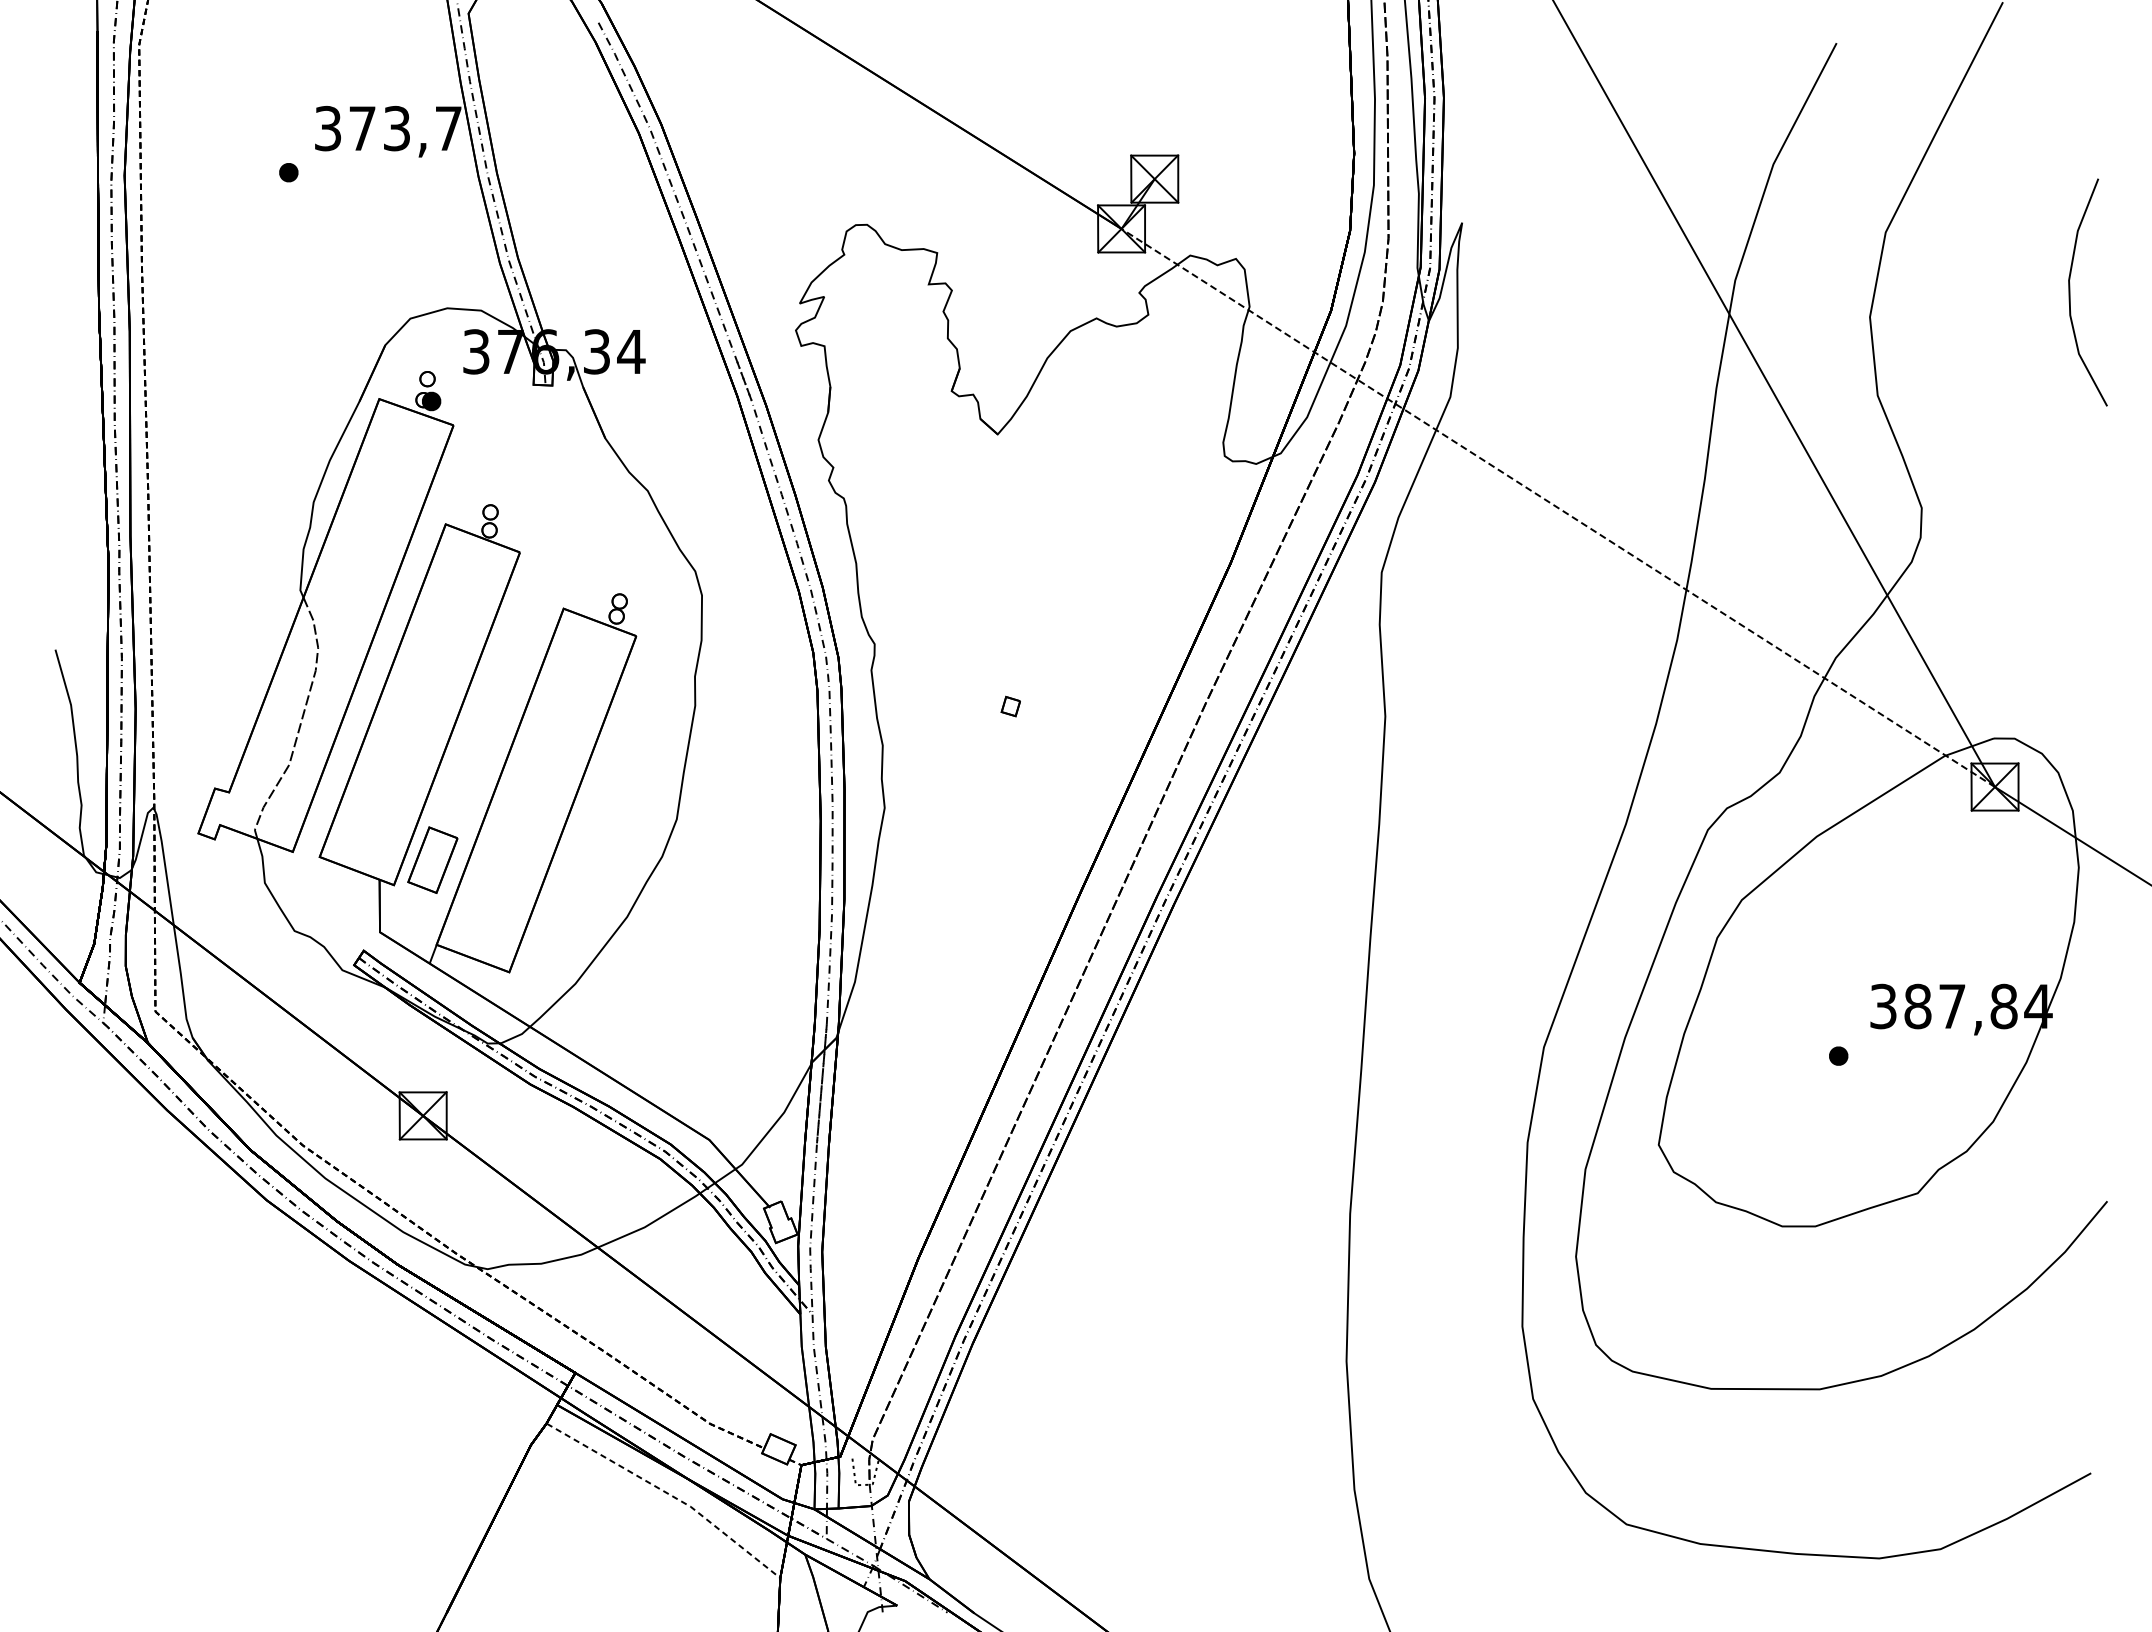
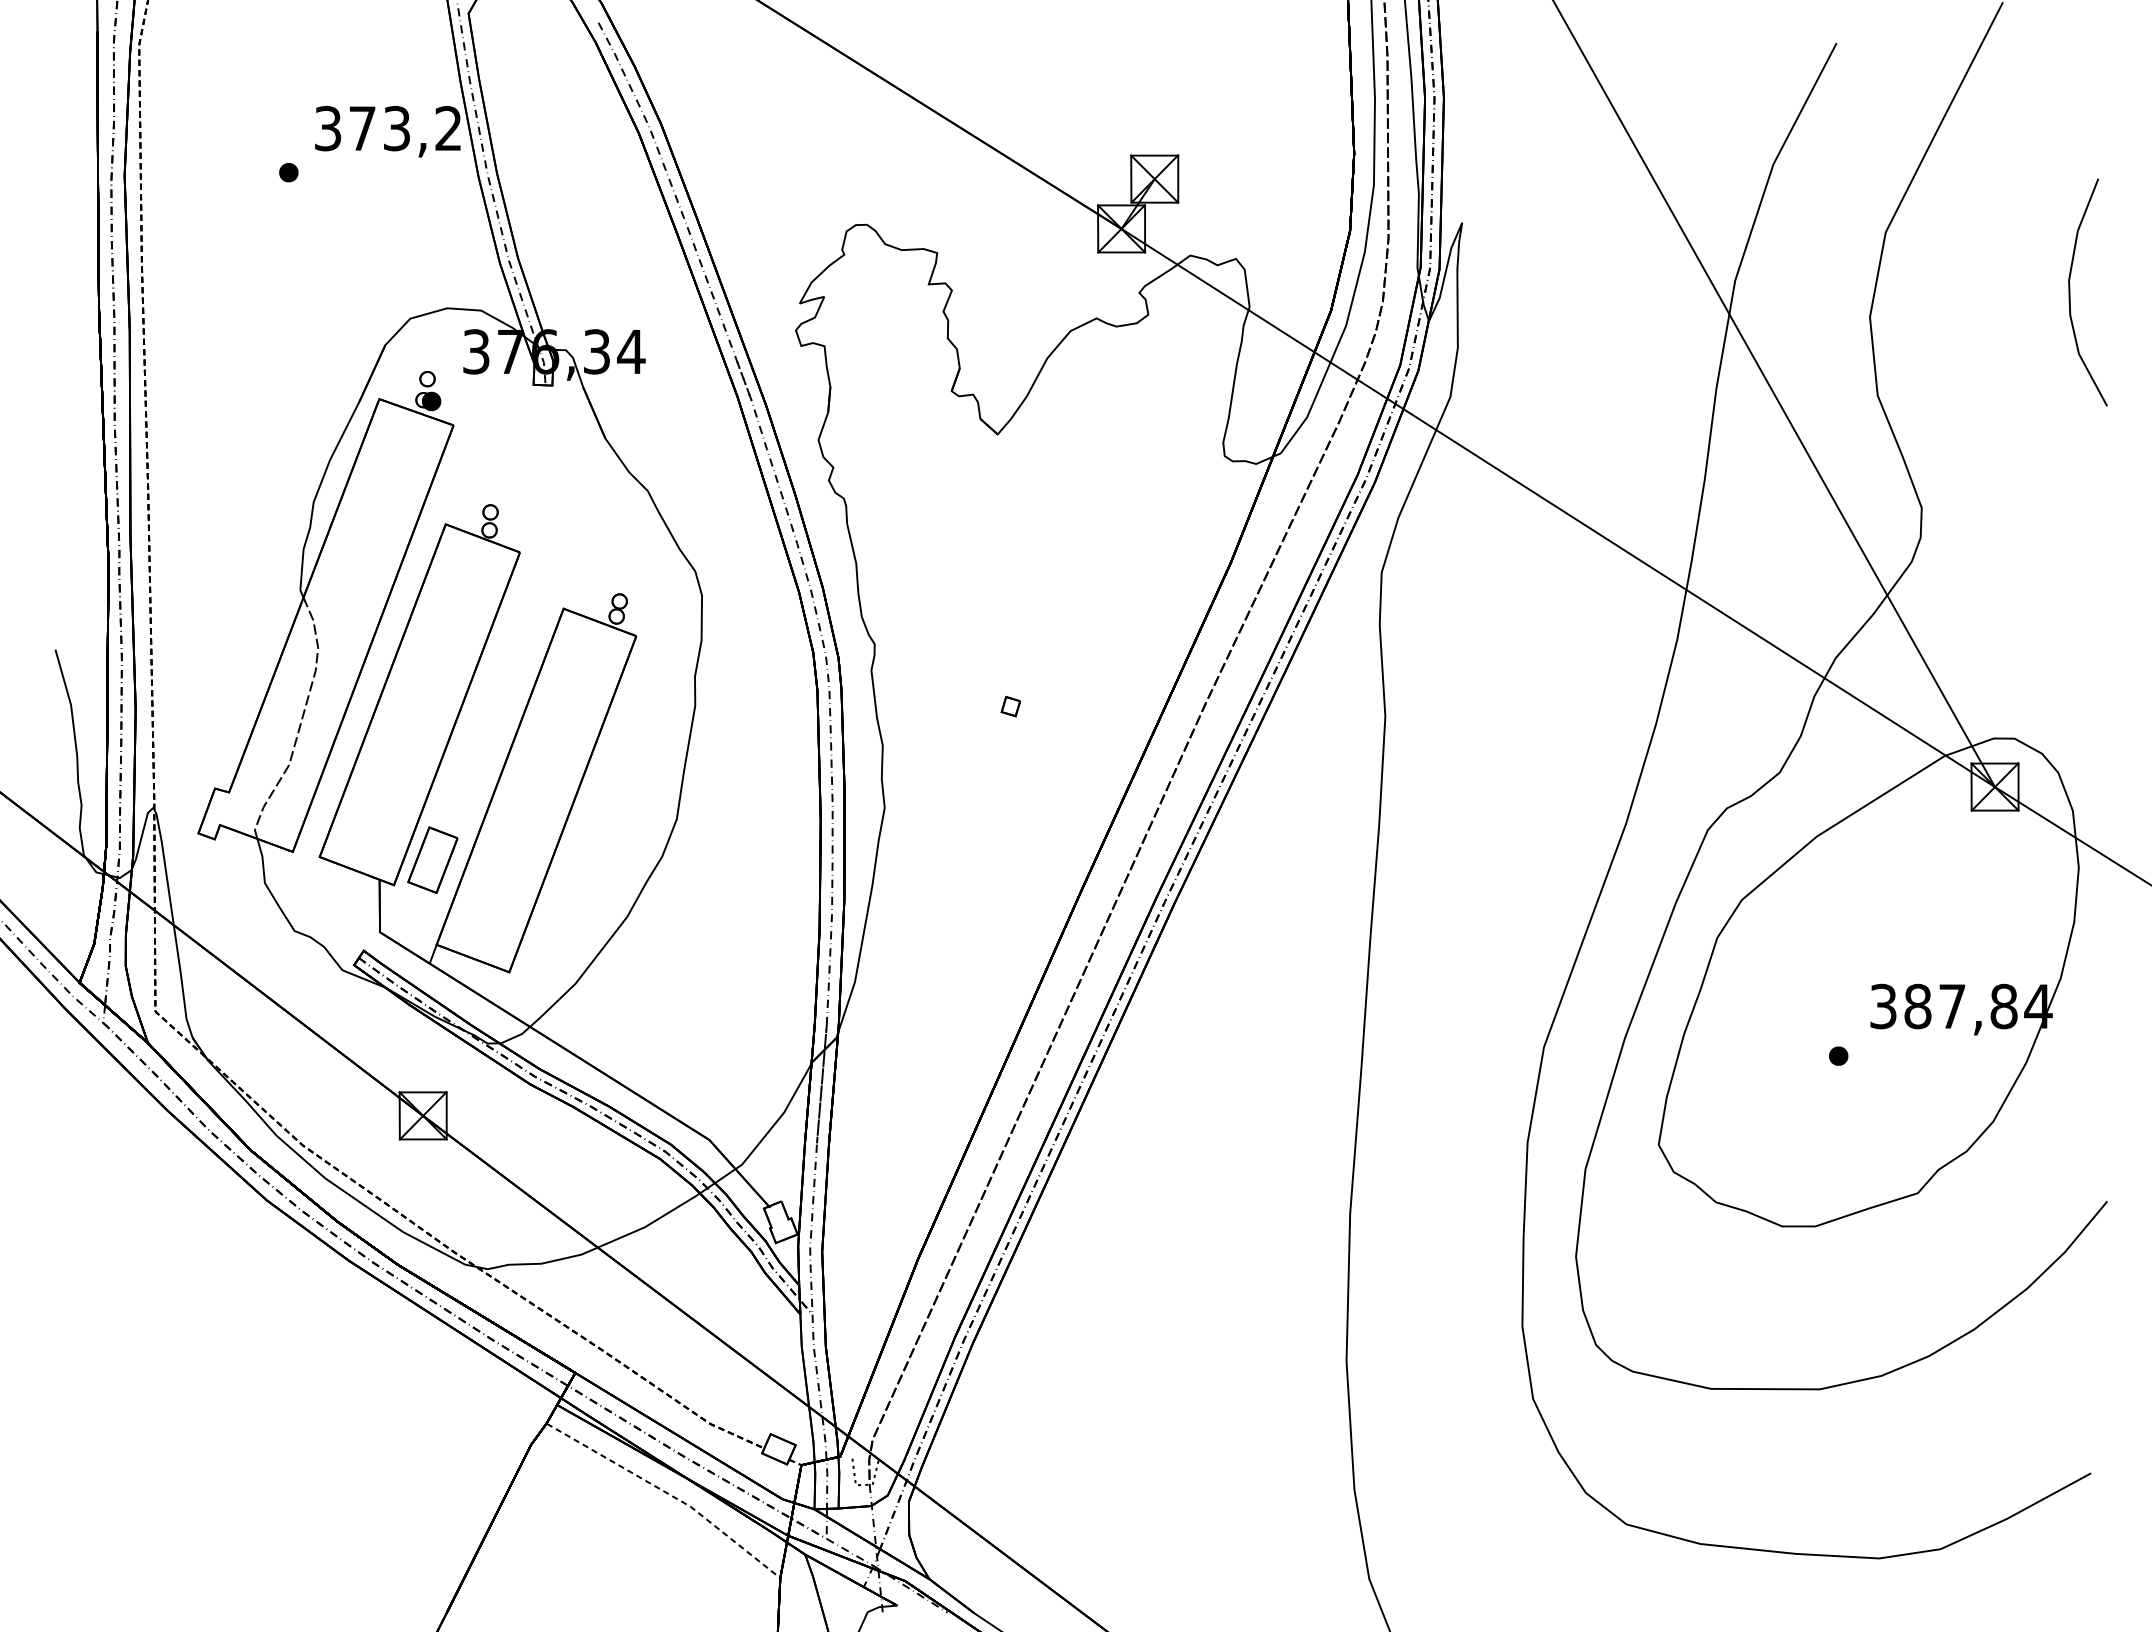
text at (448, 128): 373,7 -> 373,2
line at (1557, 507): dashed -> solid
